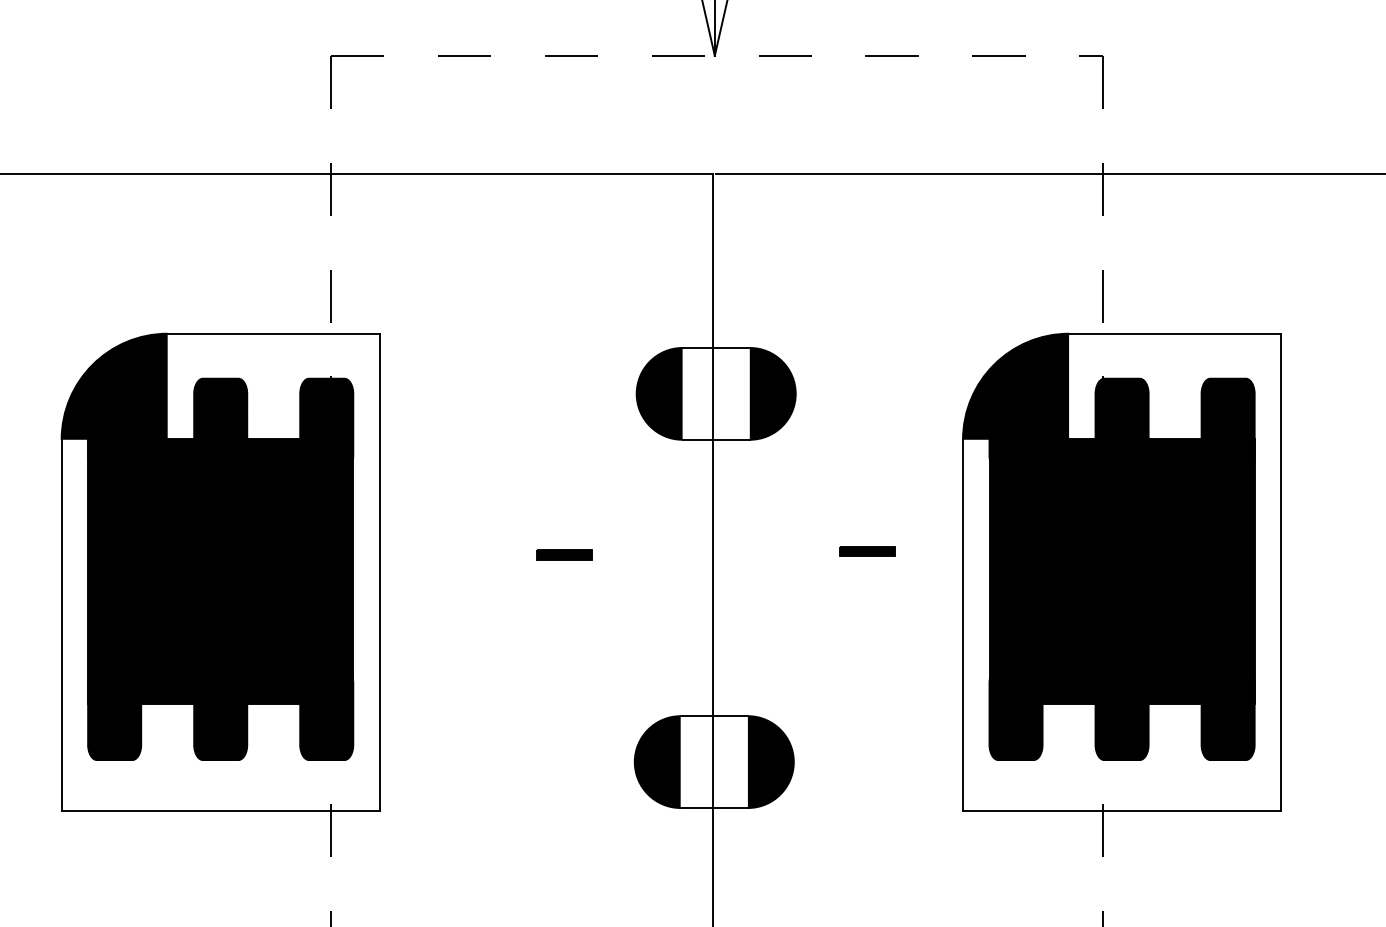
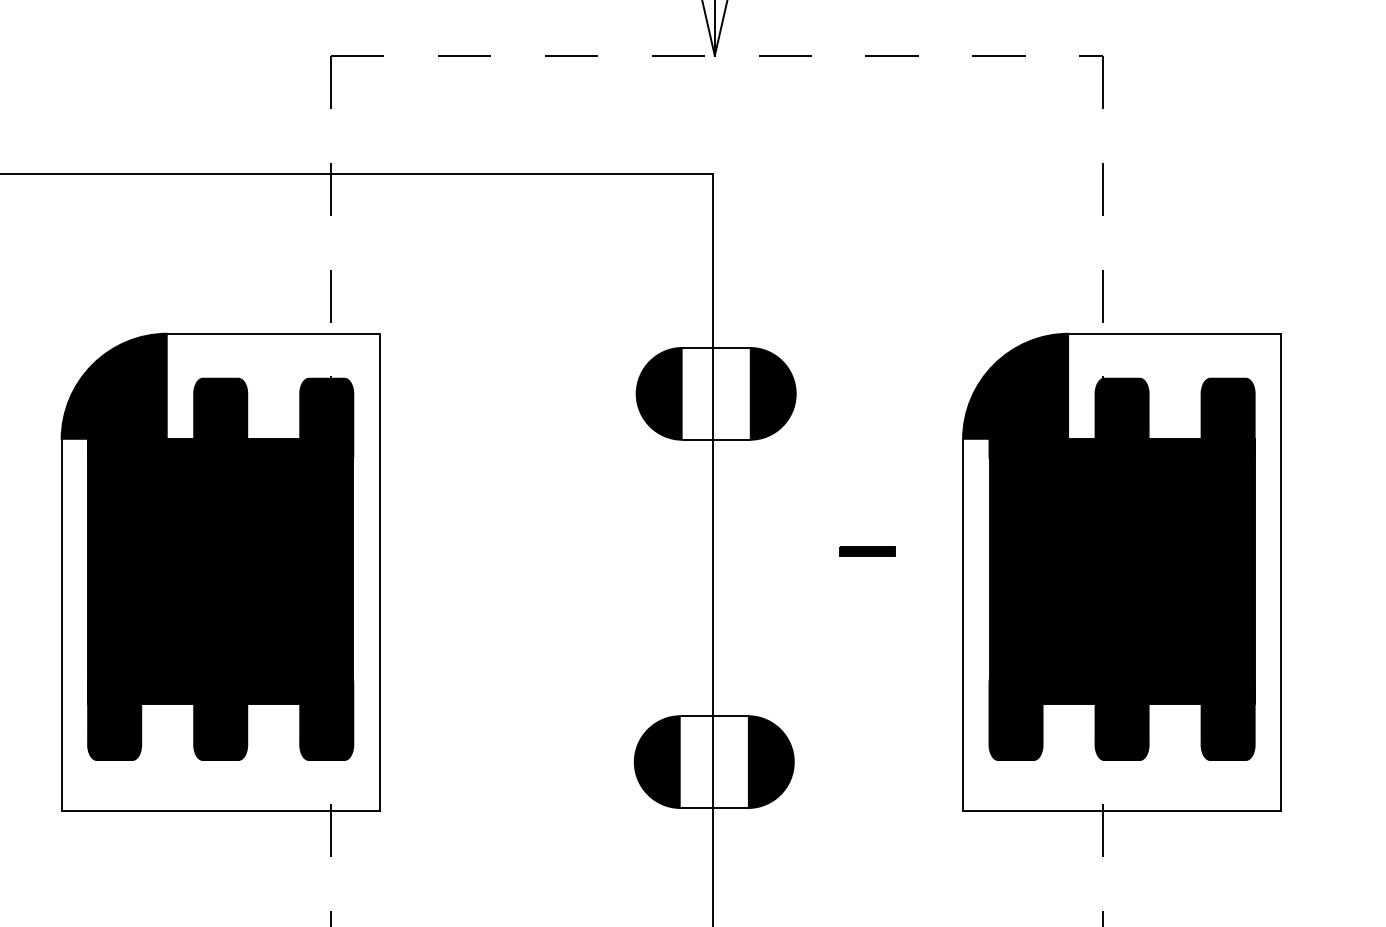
line at (1048, 173): present -> none
part at (564, 554): present -> none
